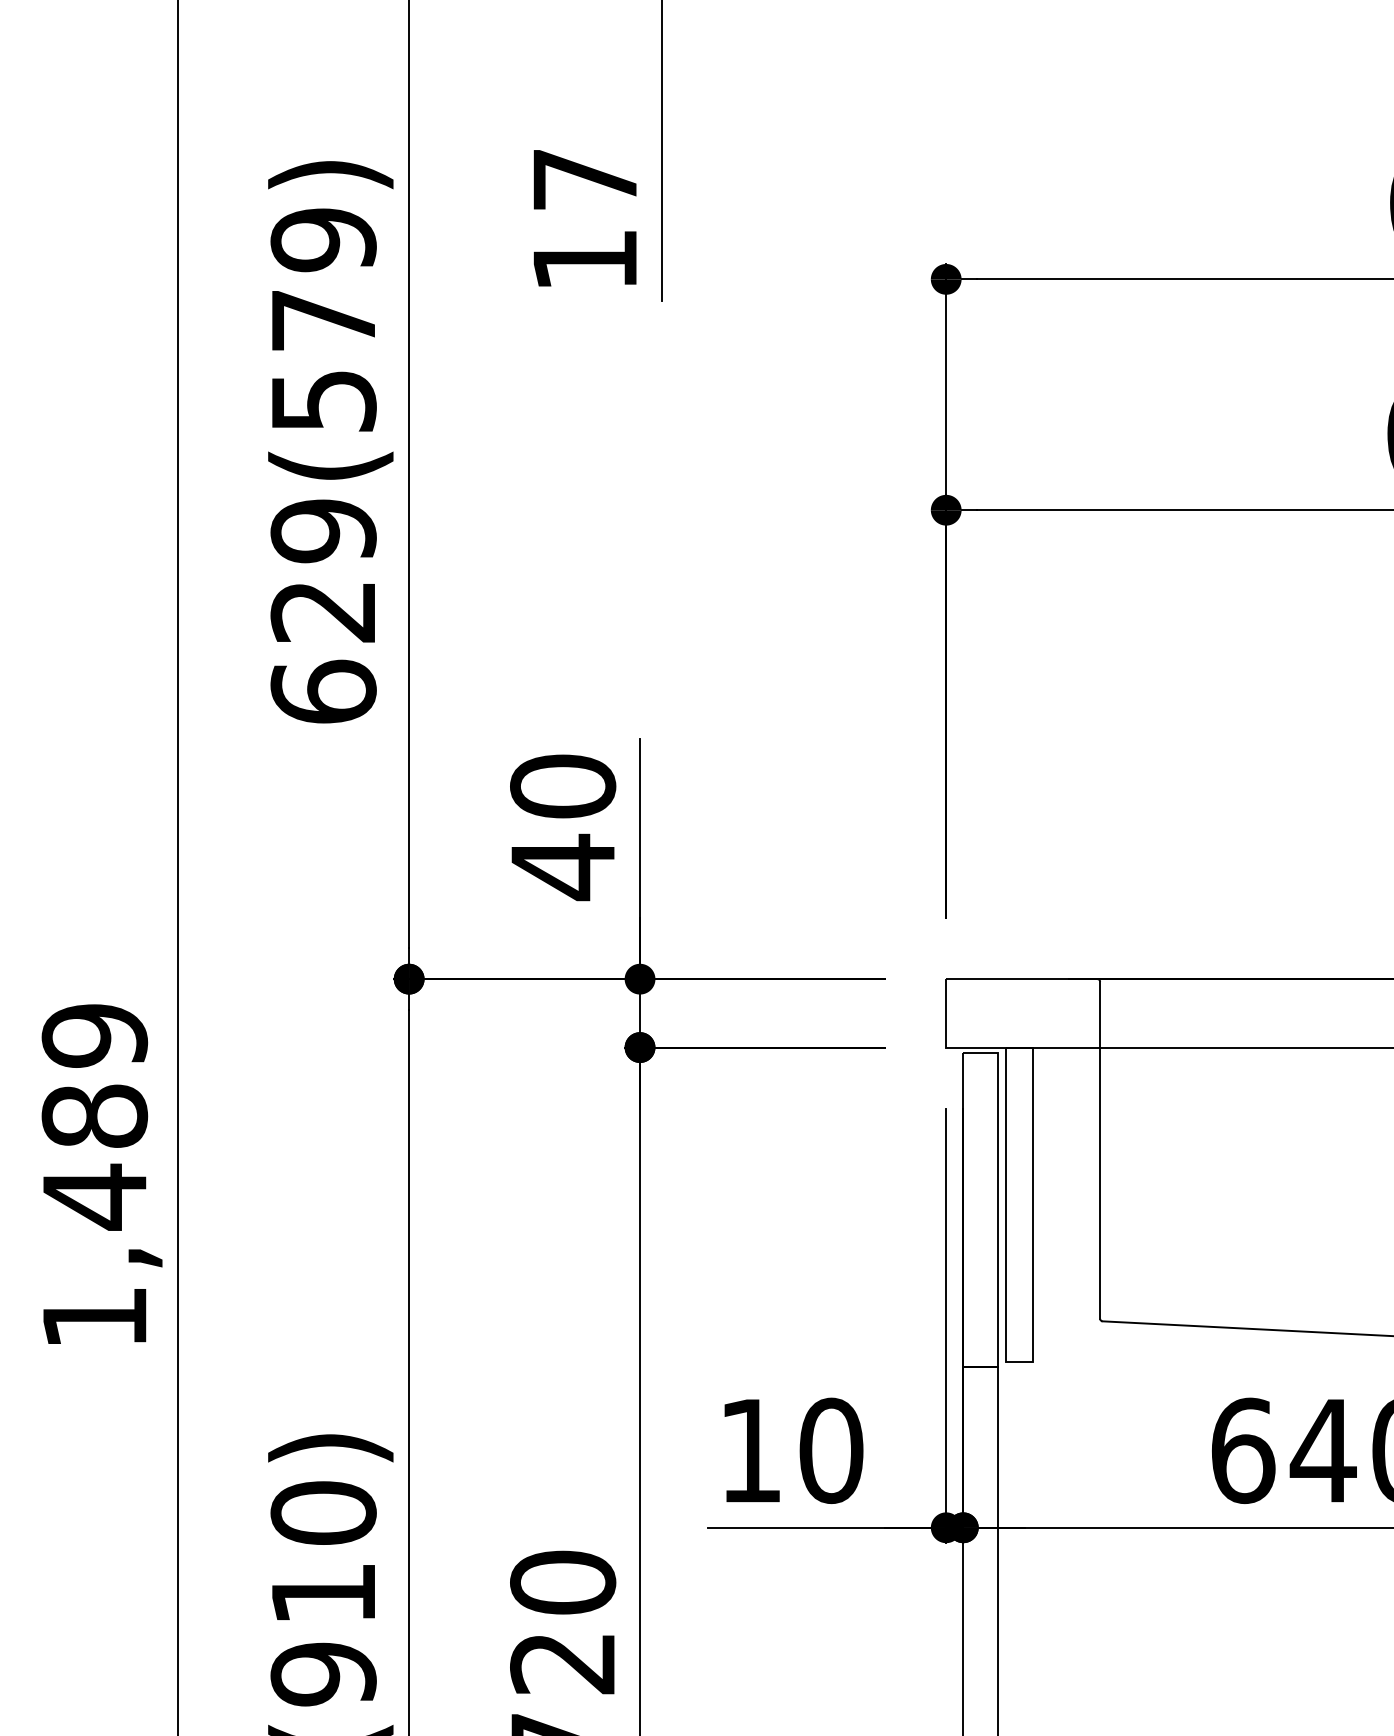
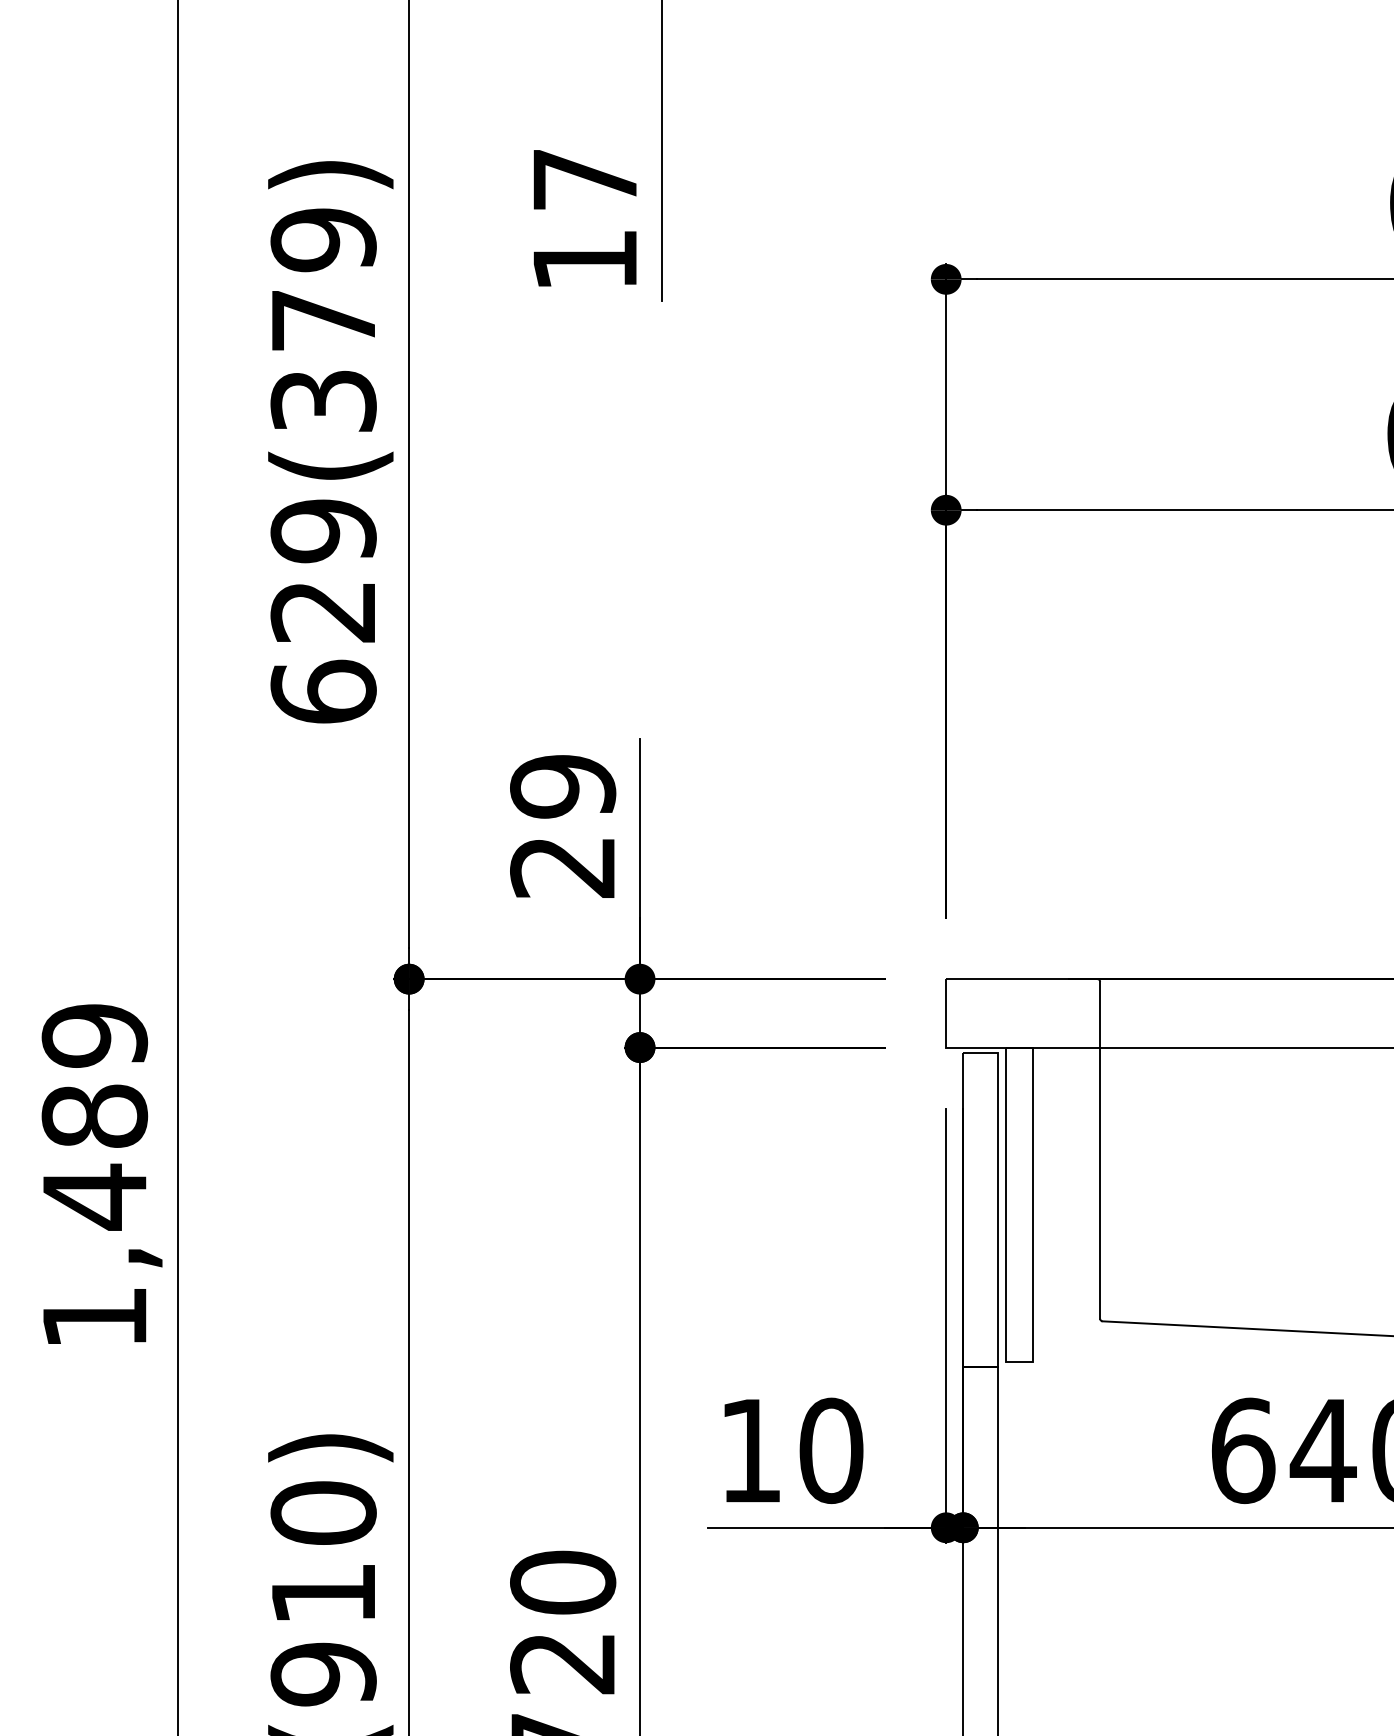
text at (323, 400): 629(579) -> 629(379)
text at (563, 827): 40 -> 29
